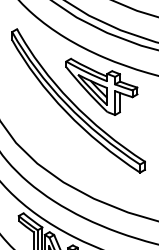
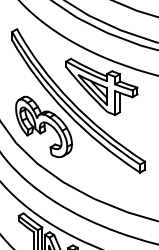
part at (43, 126): none -> present
